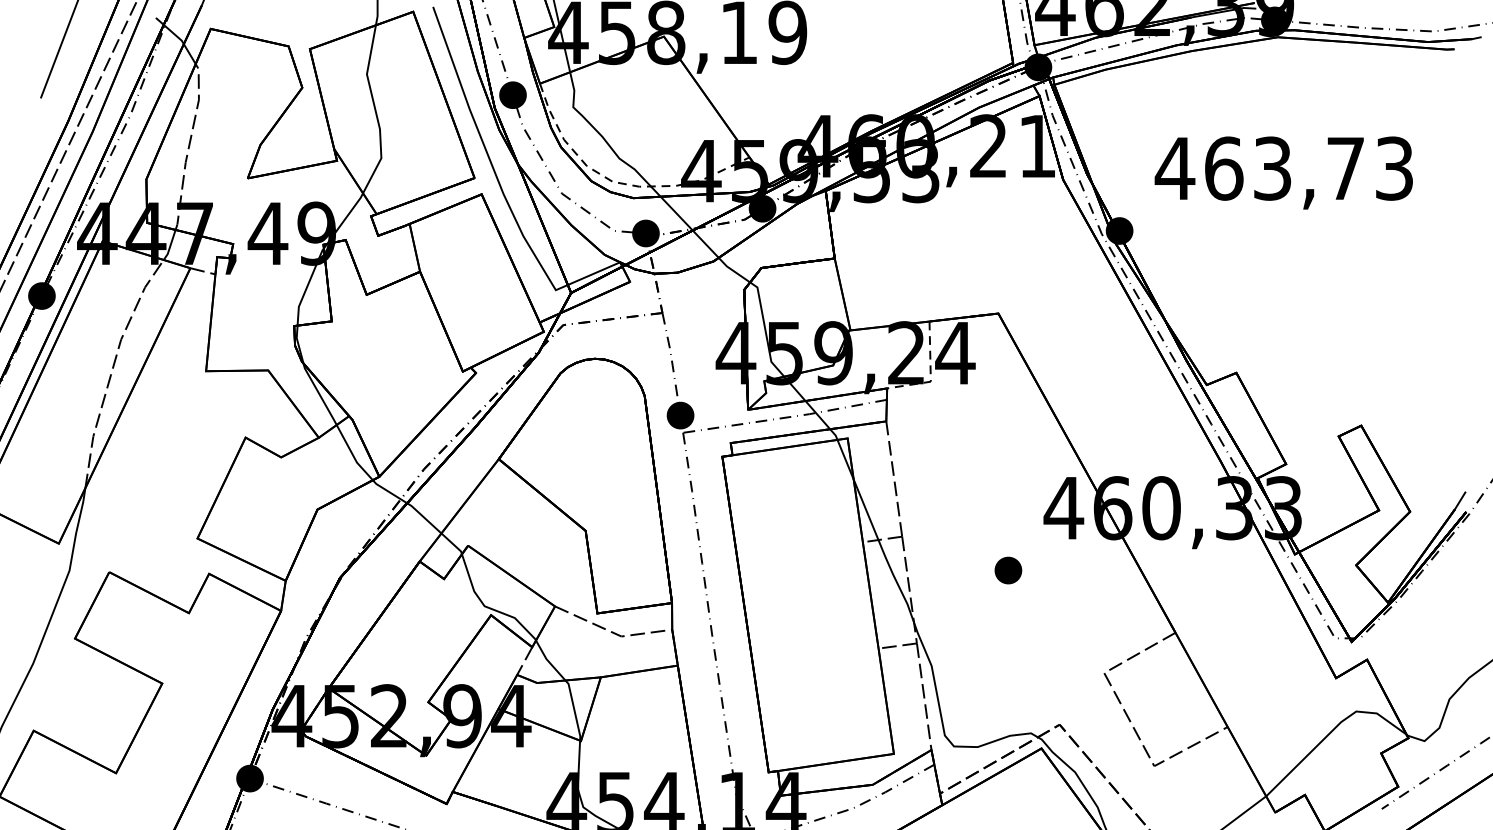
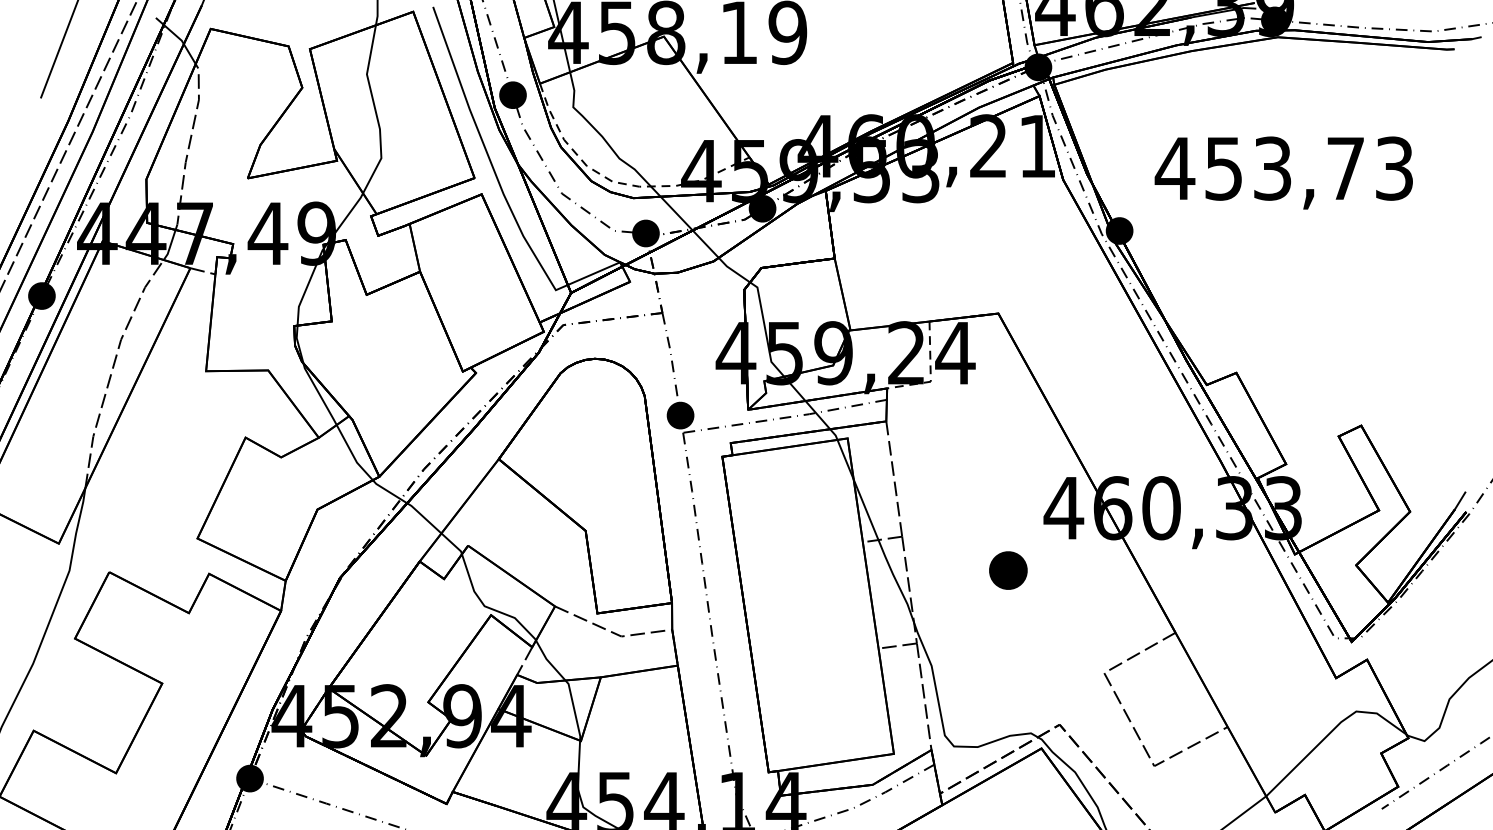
text at (1224, 168): 463,73 -> 453,73
part at (1008, 570) size: 29x29 px -> 39x39 px
